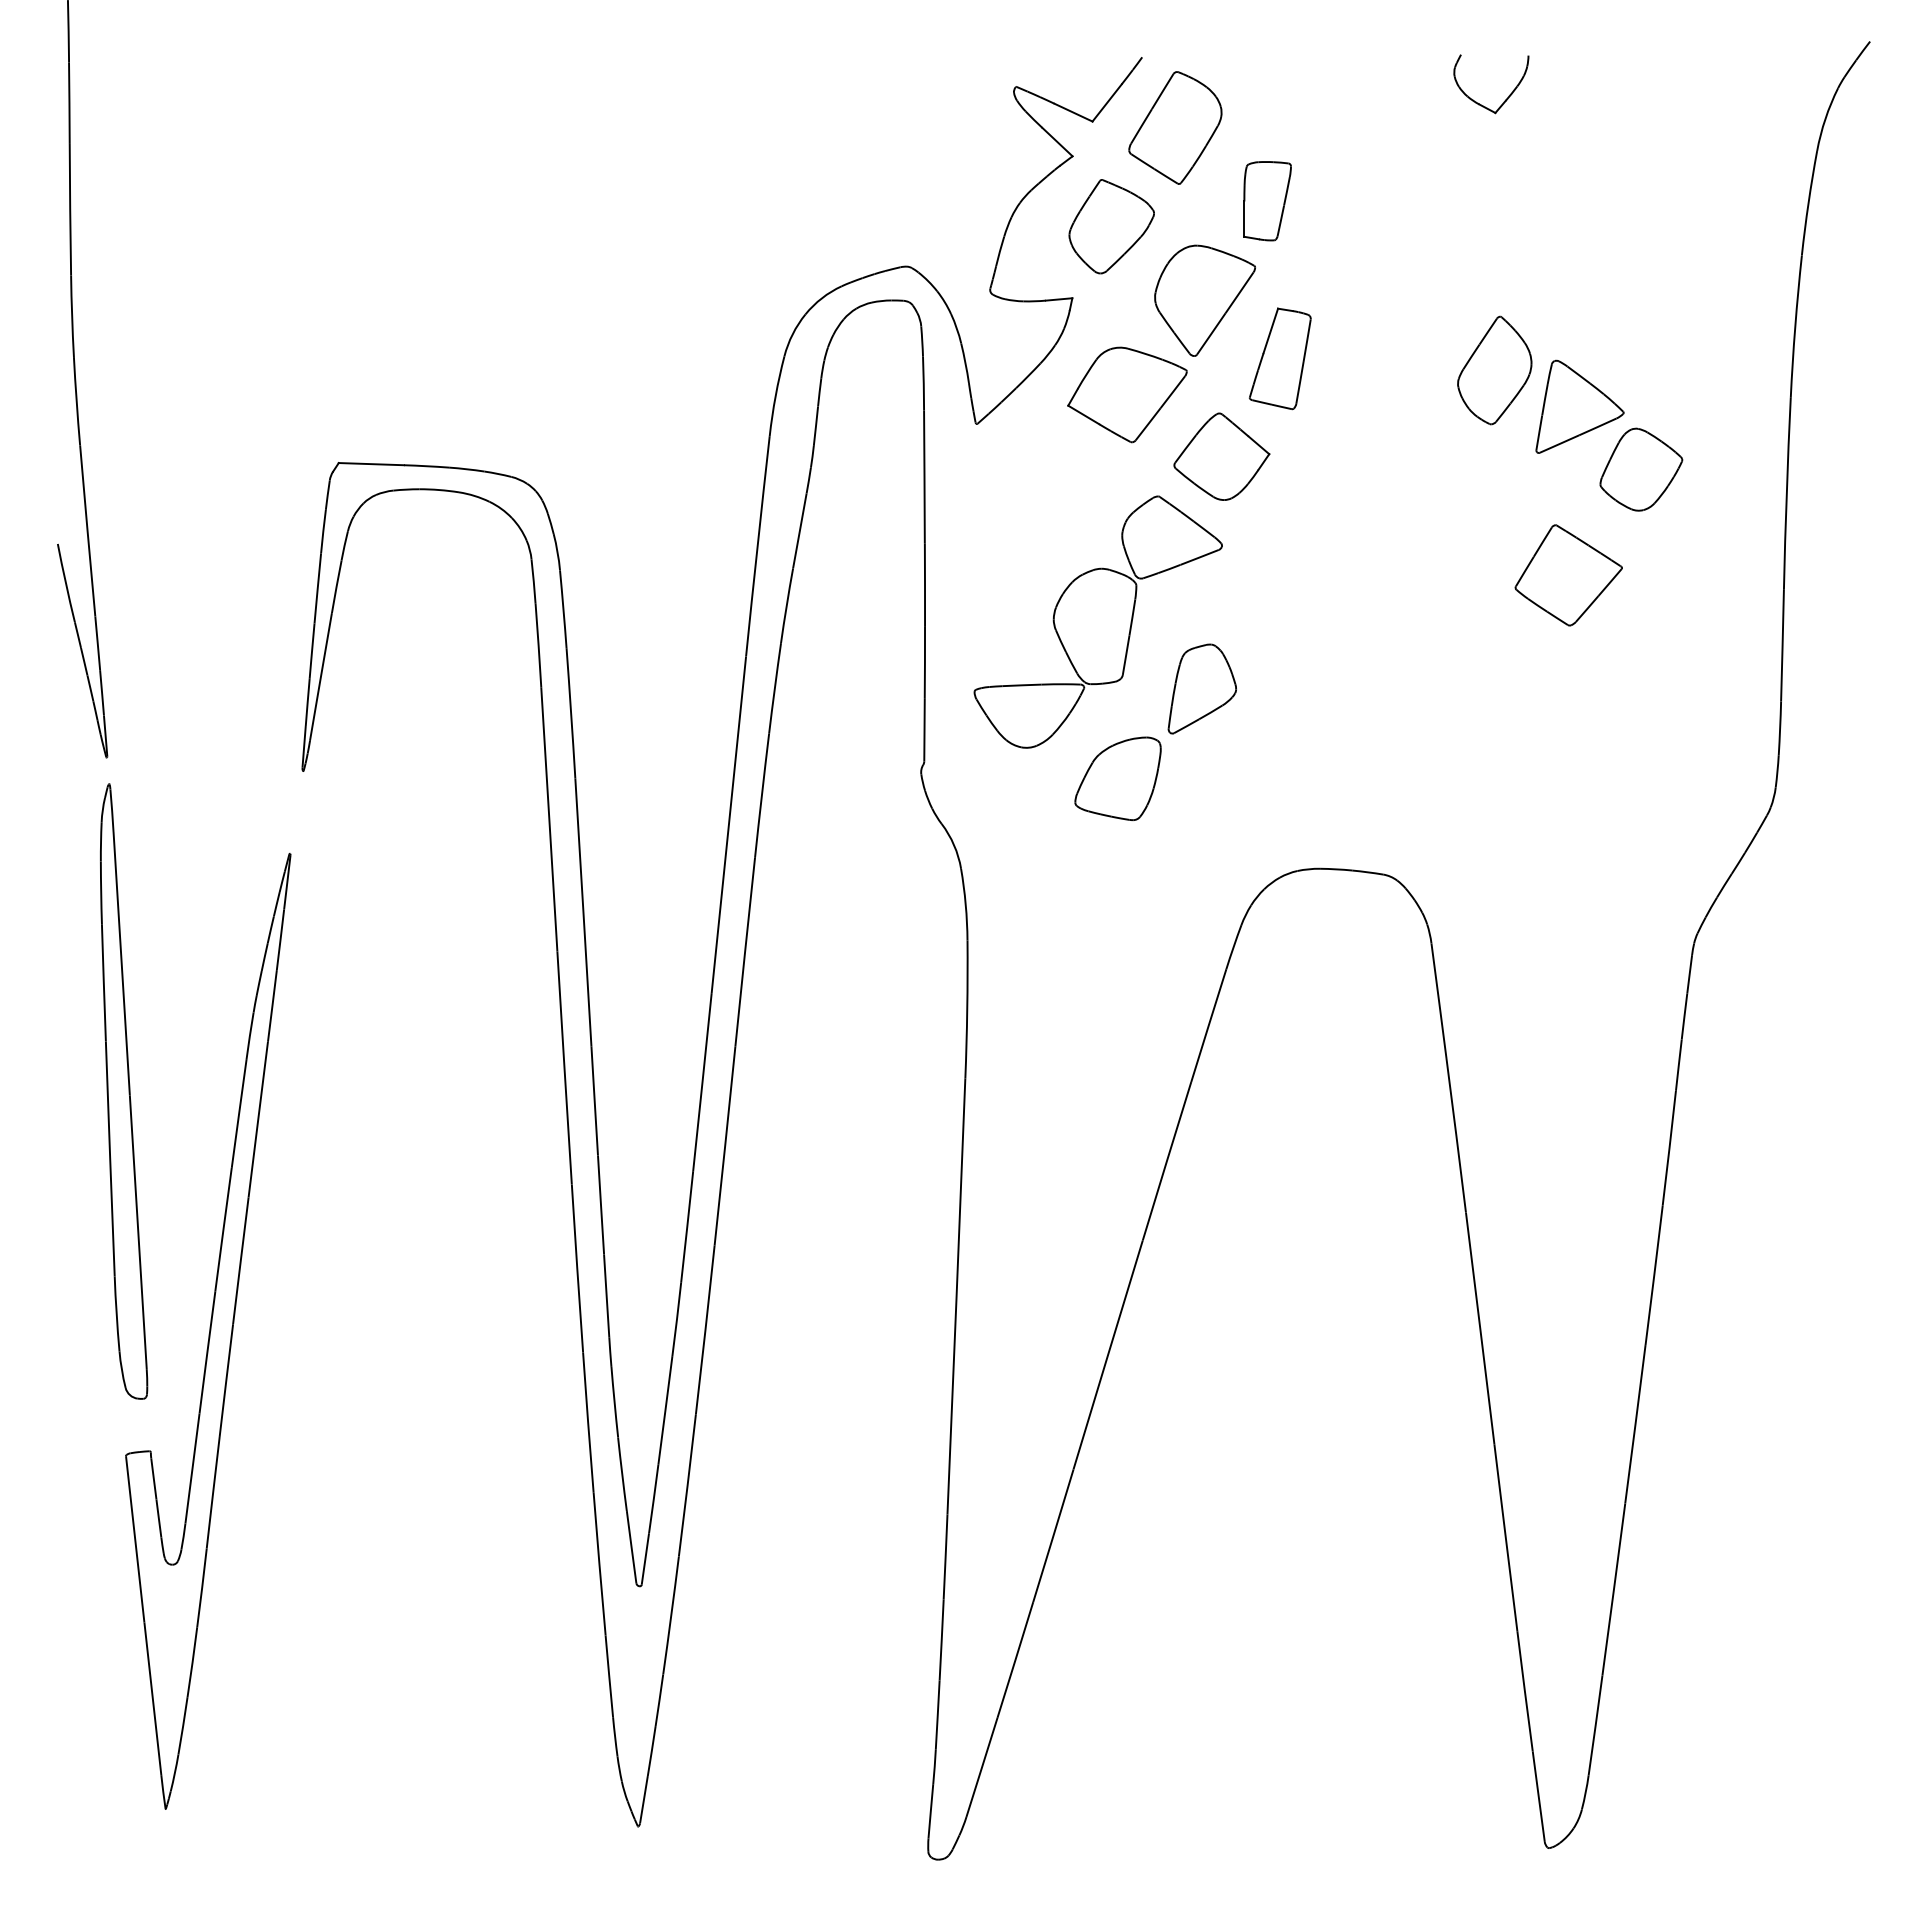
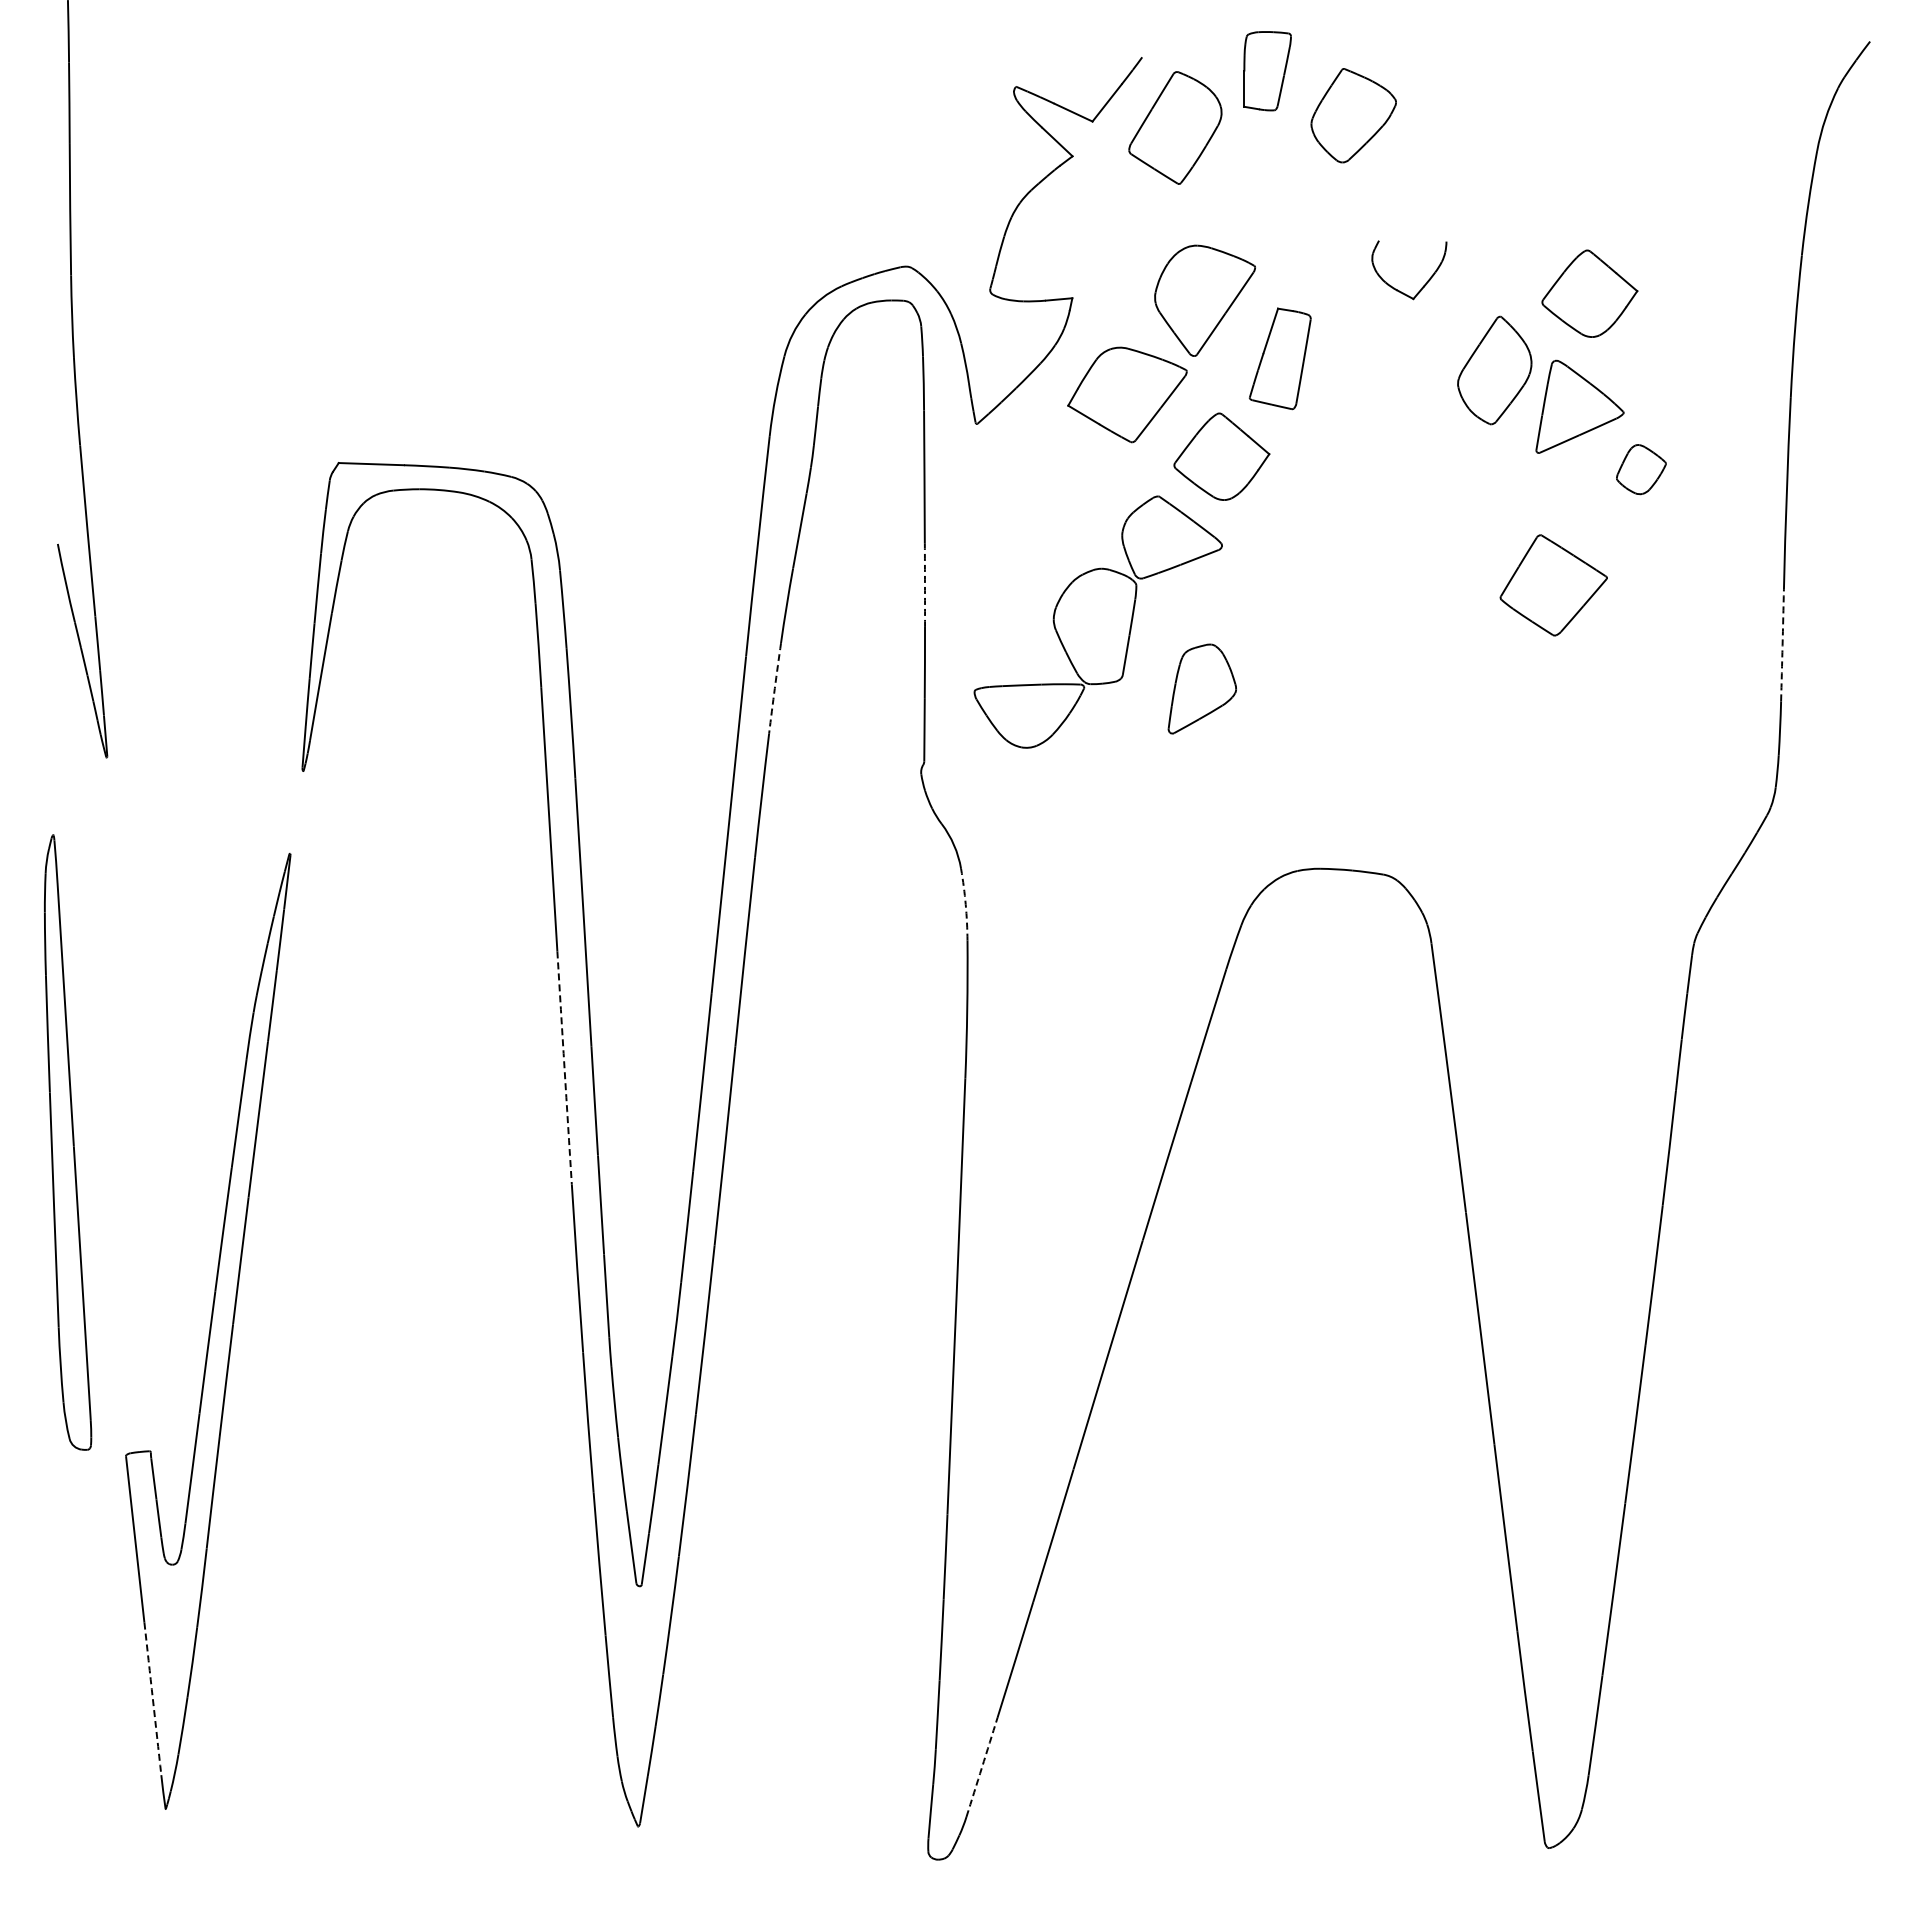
part at (1508, 95) position: (1508, 95) -> (1426, 281)
part at (1267, 201) position: (1267, 201) -> (1267, 71)
part at (1111, 226) position: (1111, 226) -> (1353, 115)
part at (1589, 293): none -> present
part at (1641, 469) size: 85x85 px -> 51x52 px
part at (1568, 575) position: (1568, 575) -> (1553, 585)
arc at (924, 585): solid -> dashed
arc at (1782, 645): solid -> dashed
arc at (774, 688): solid -> dashed
part at (1117, 778): present -> none
arc at (965, 904): solid -> dashed
arc at (564, 1068): solid -> dashed
part at (124, 1091) position: (124, 1091) -> (68, 1142)
arc at (152, 1698): solid -> dashed
arc at (982, 1767): solid -> dashed
